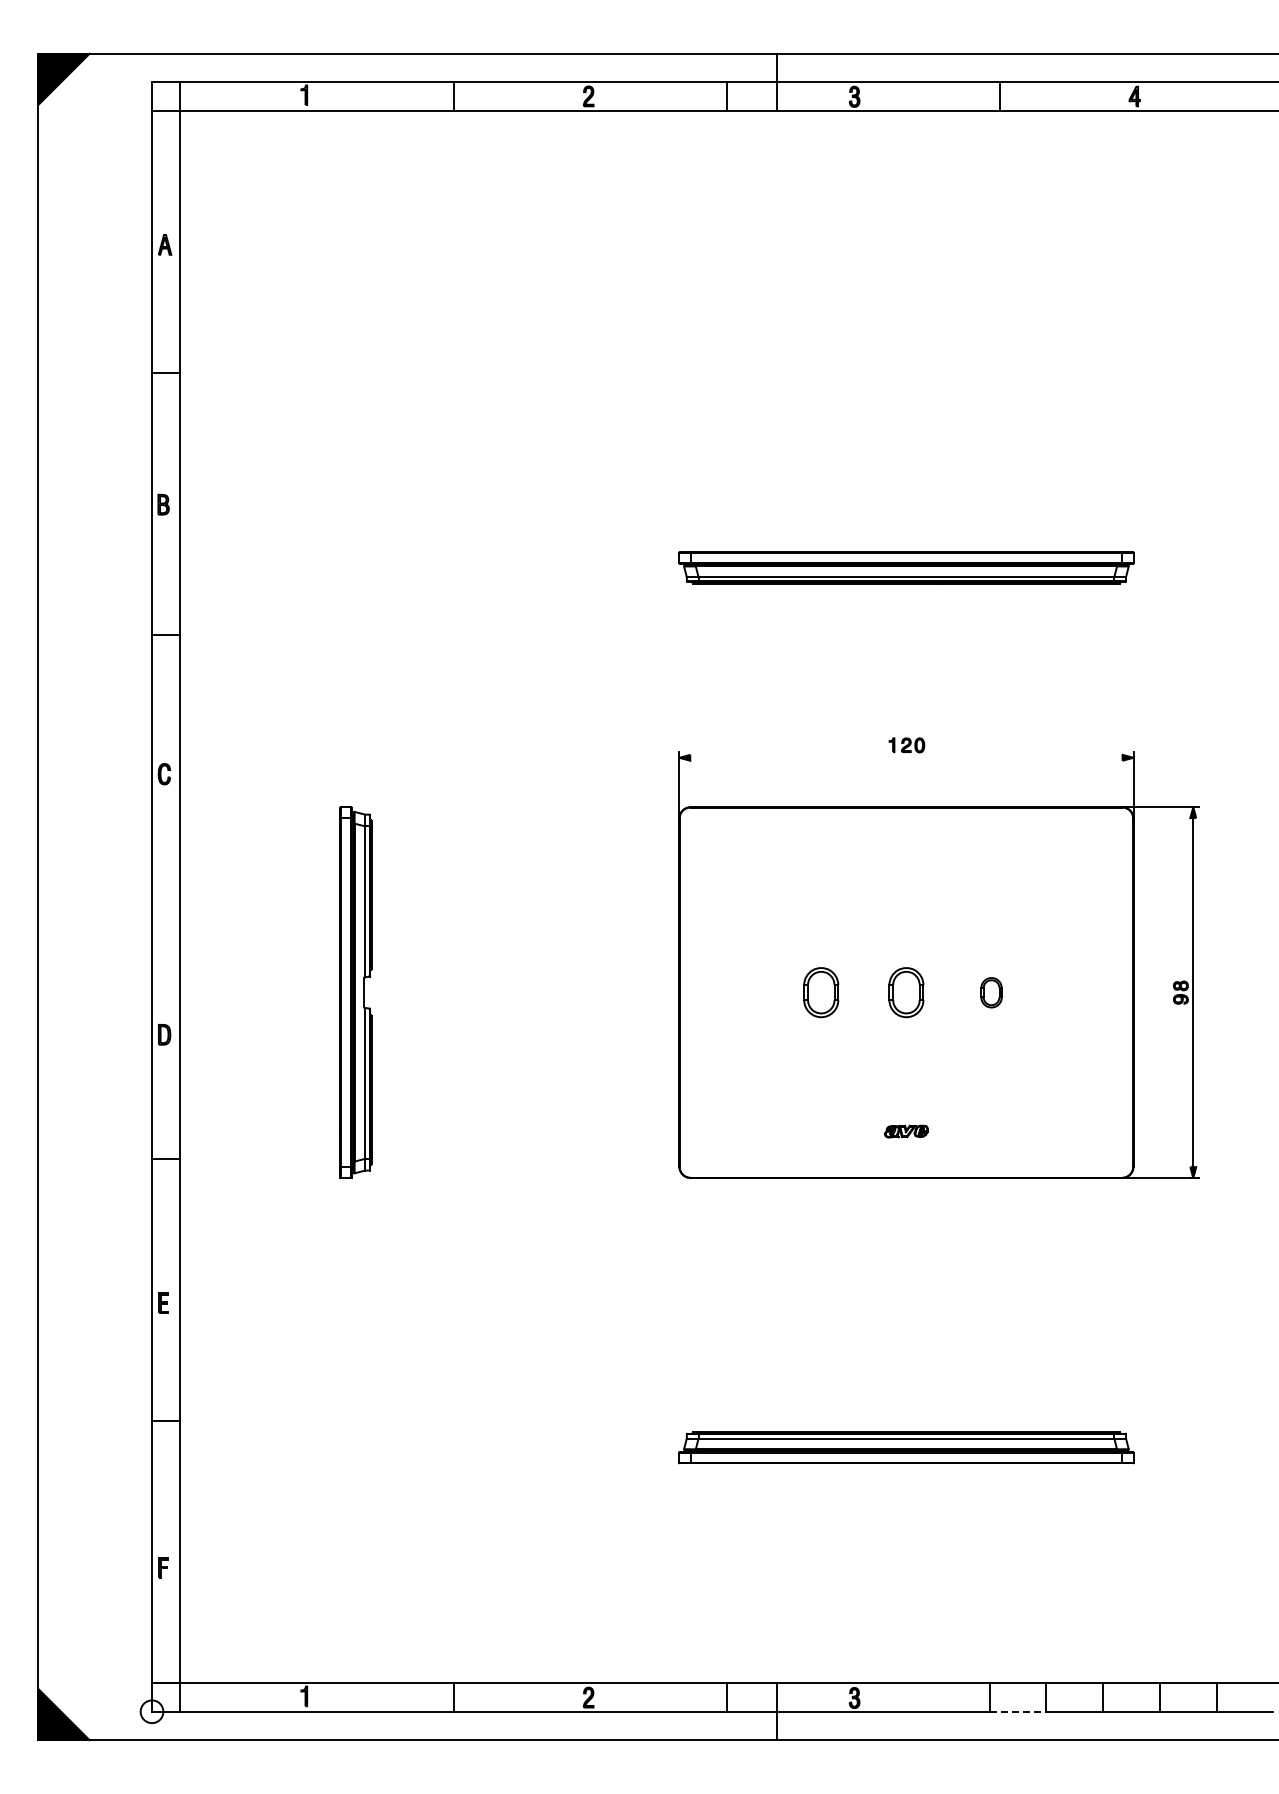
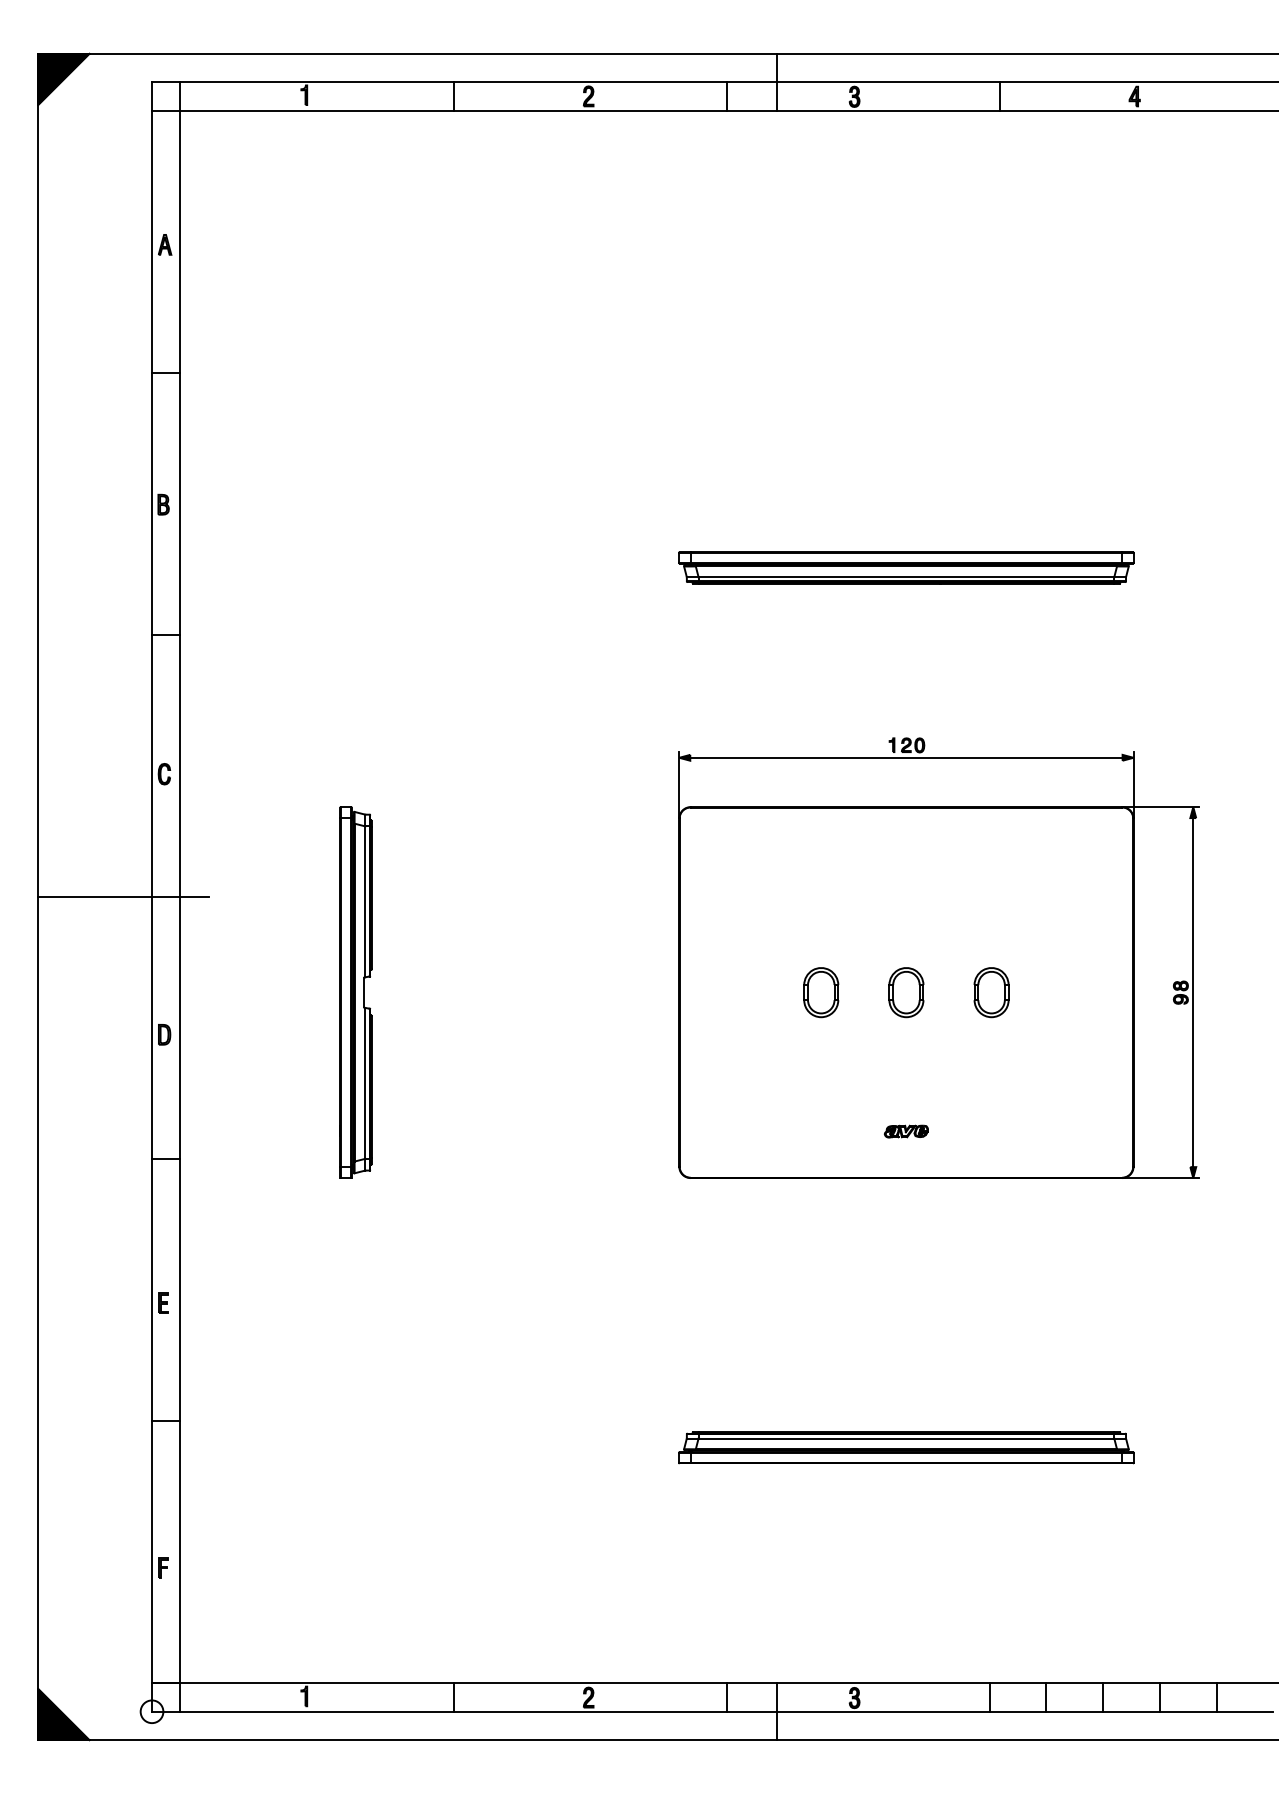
line at (906, 757): none -> present
line at (123, 897): none -> present
part at (991, 992) size: 23x32 px -> 37x52 px
line at (1018, 1711): dashed -> solid
